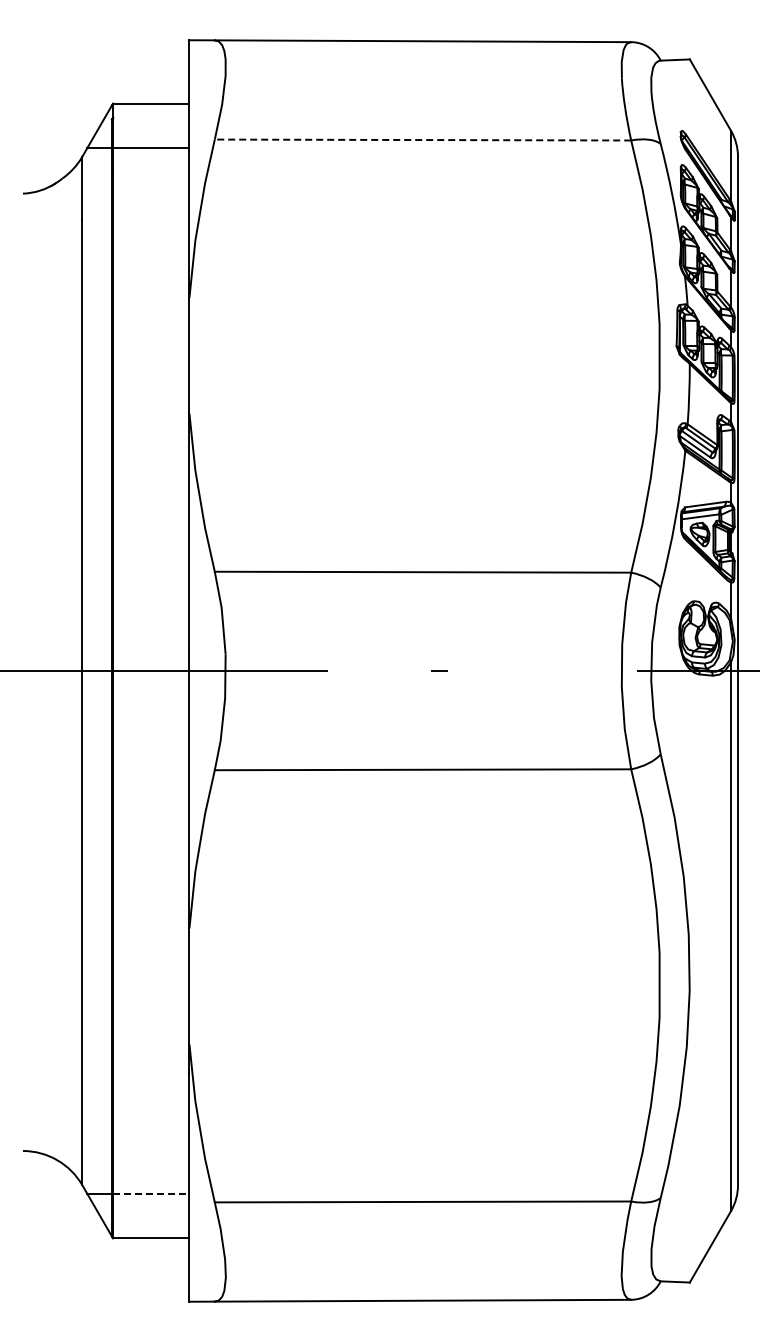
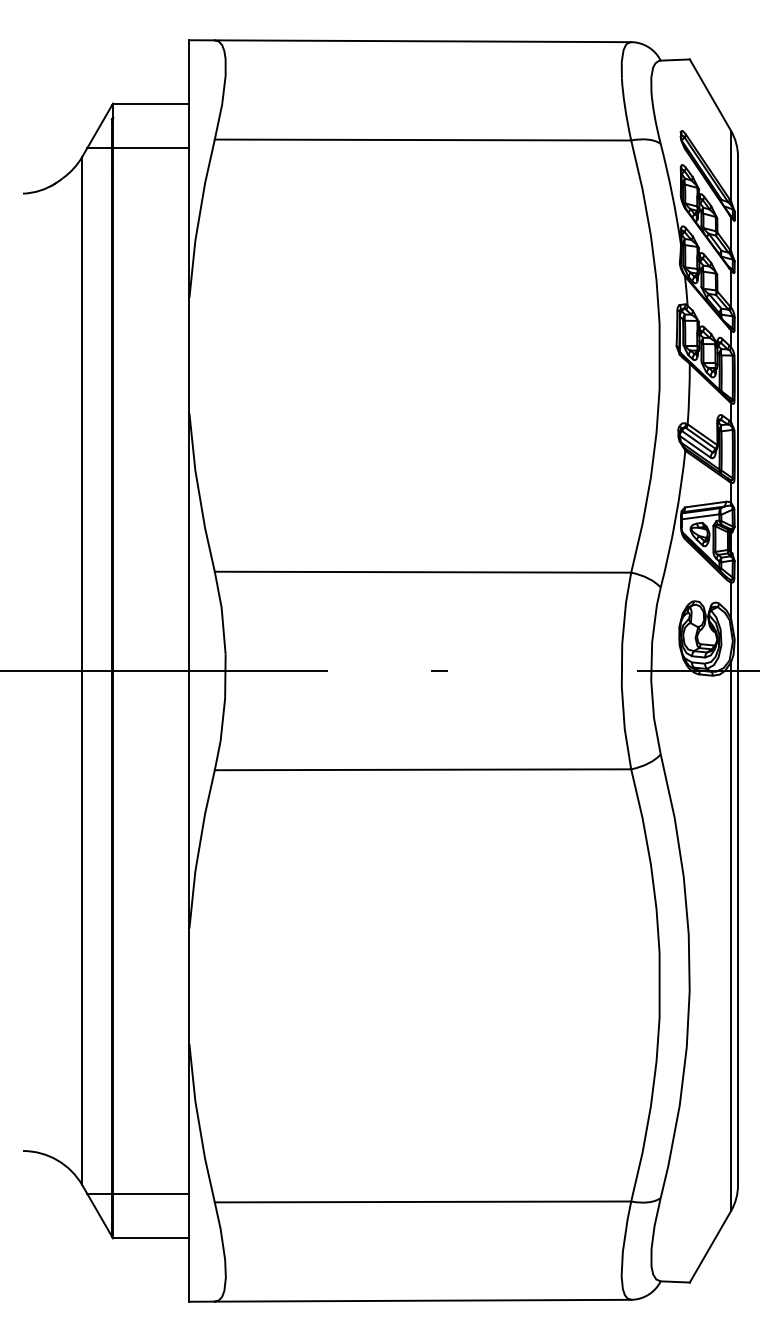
line at (422, 140): dashed -> solid
line at (151, 1193): dashed -> solid
